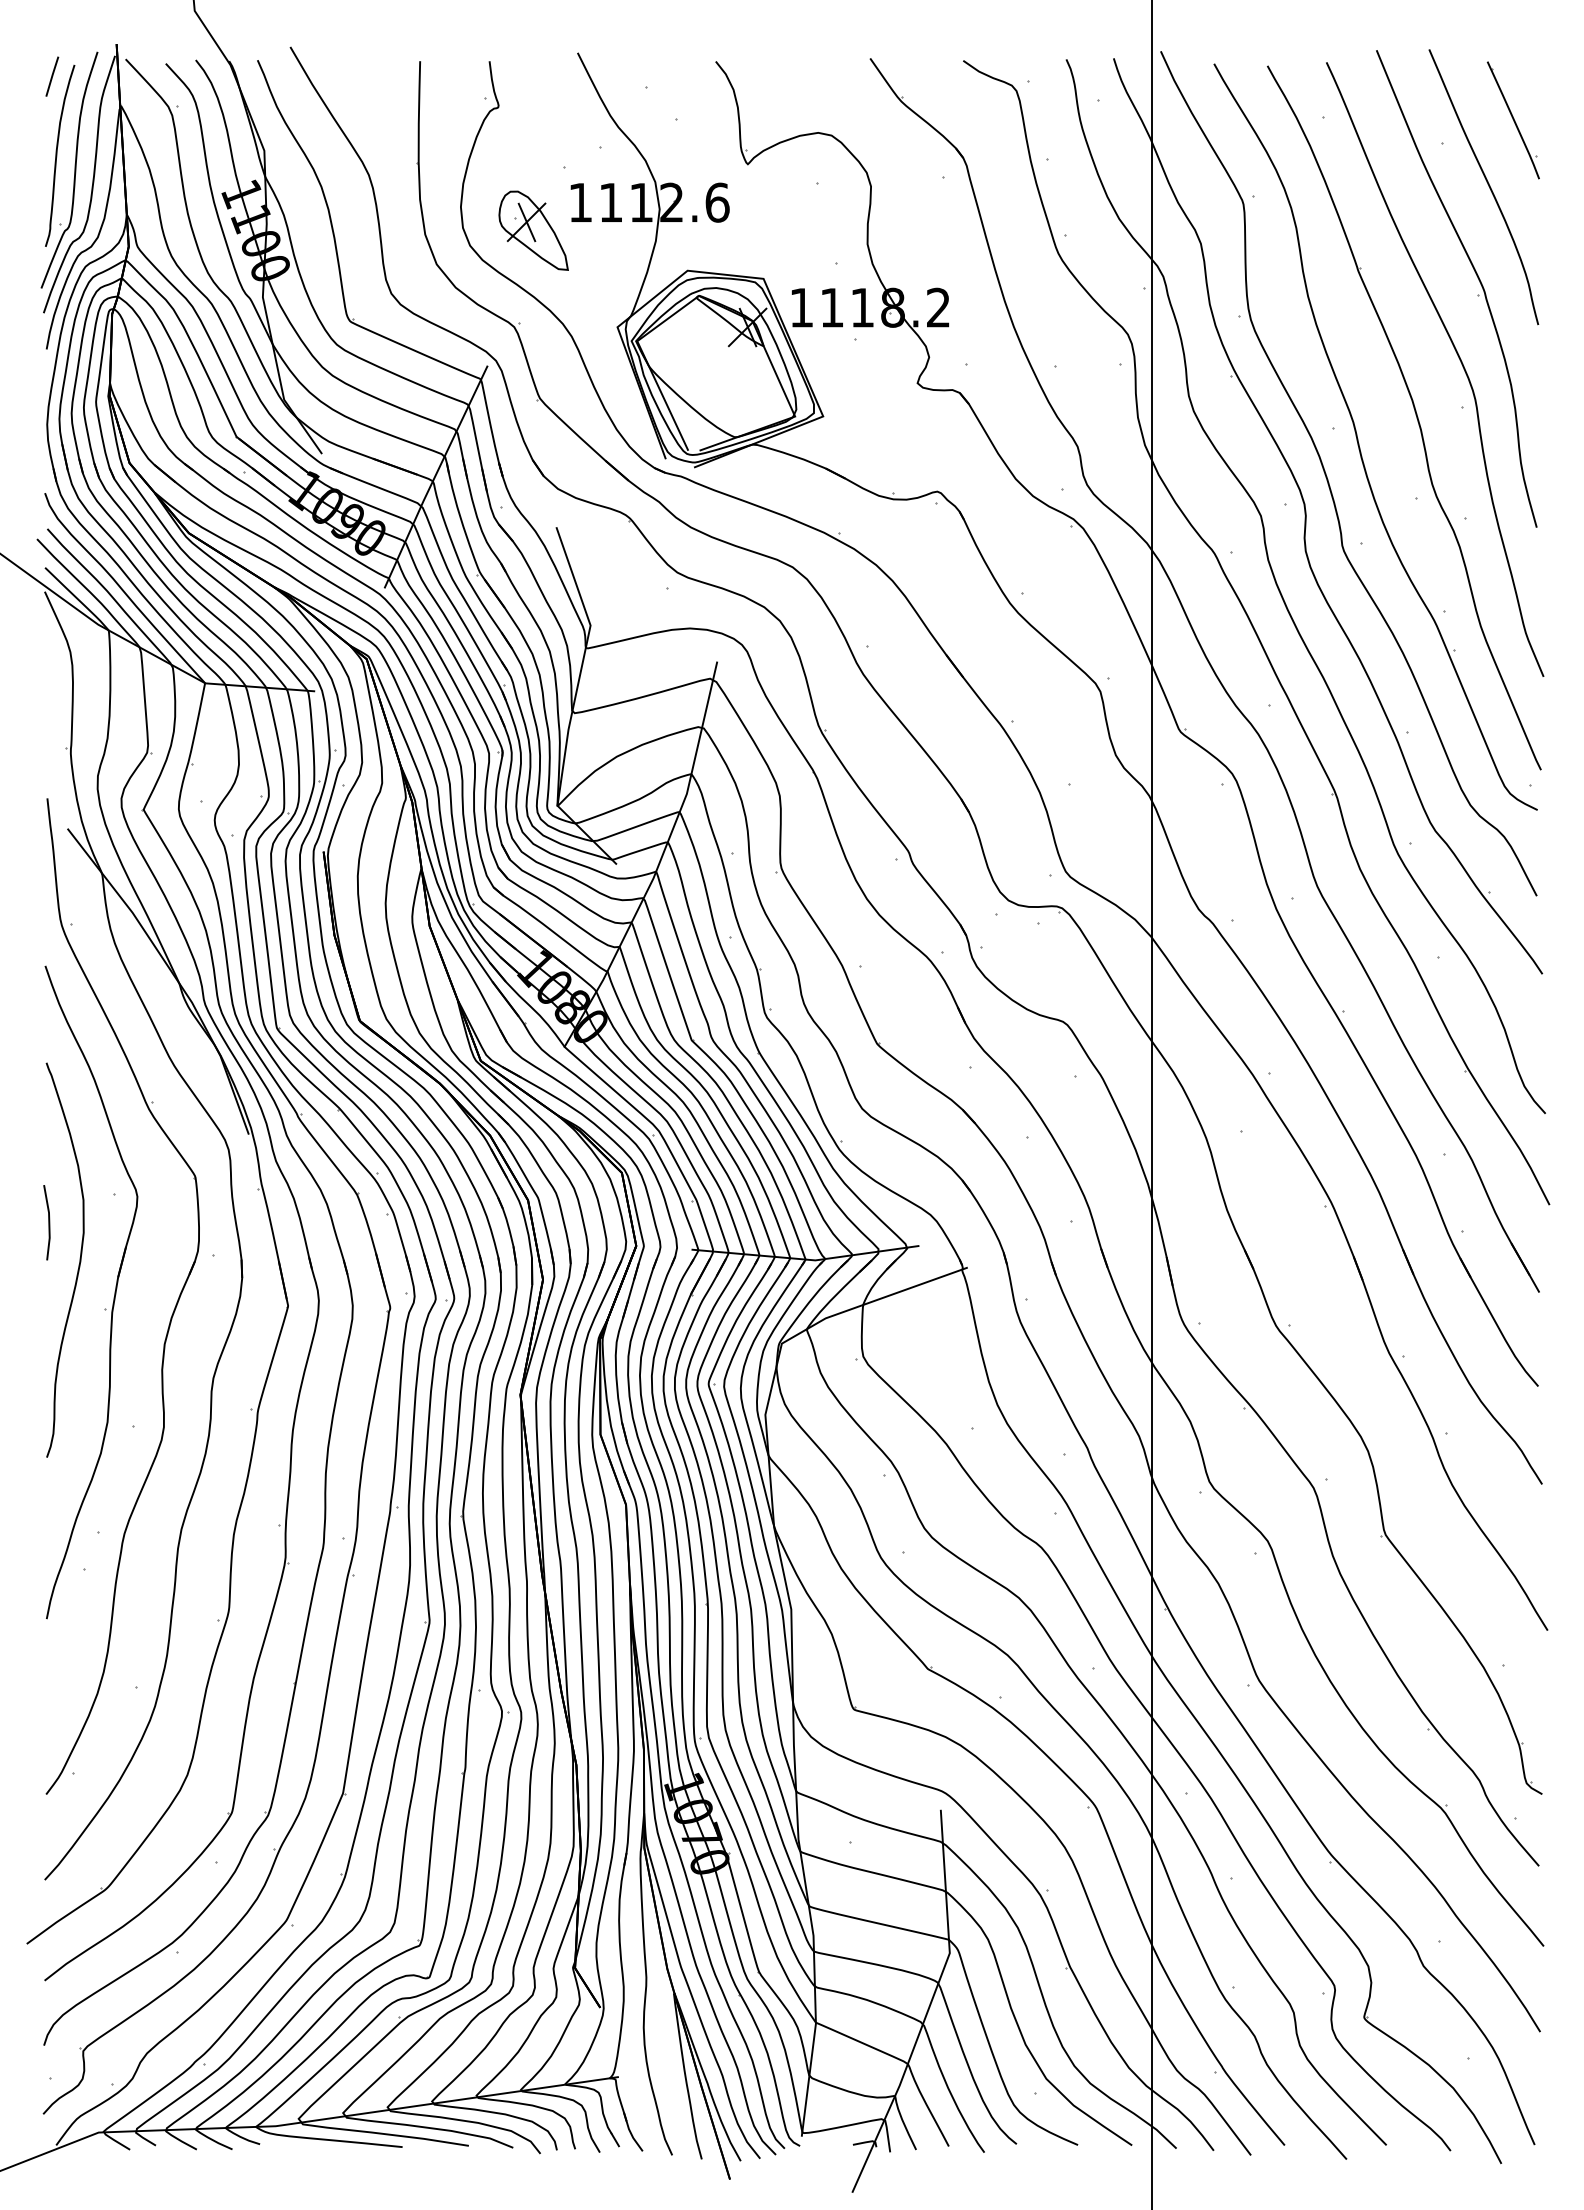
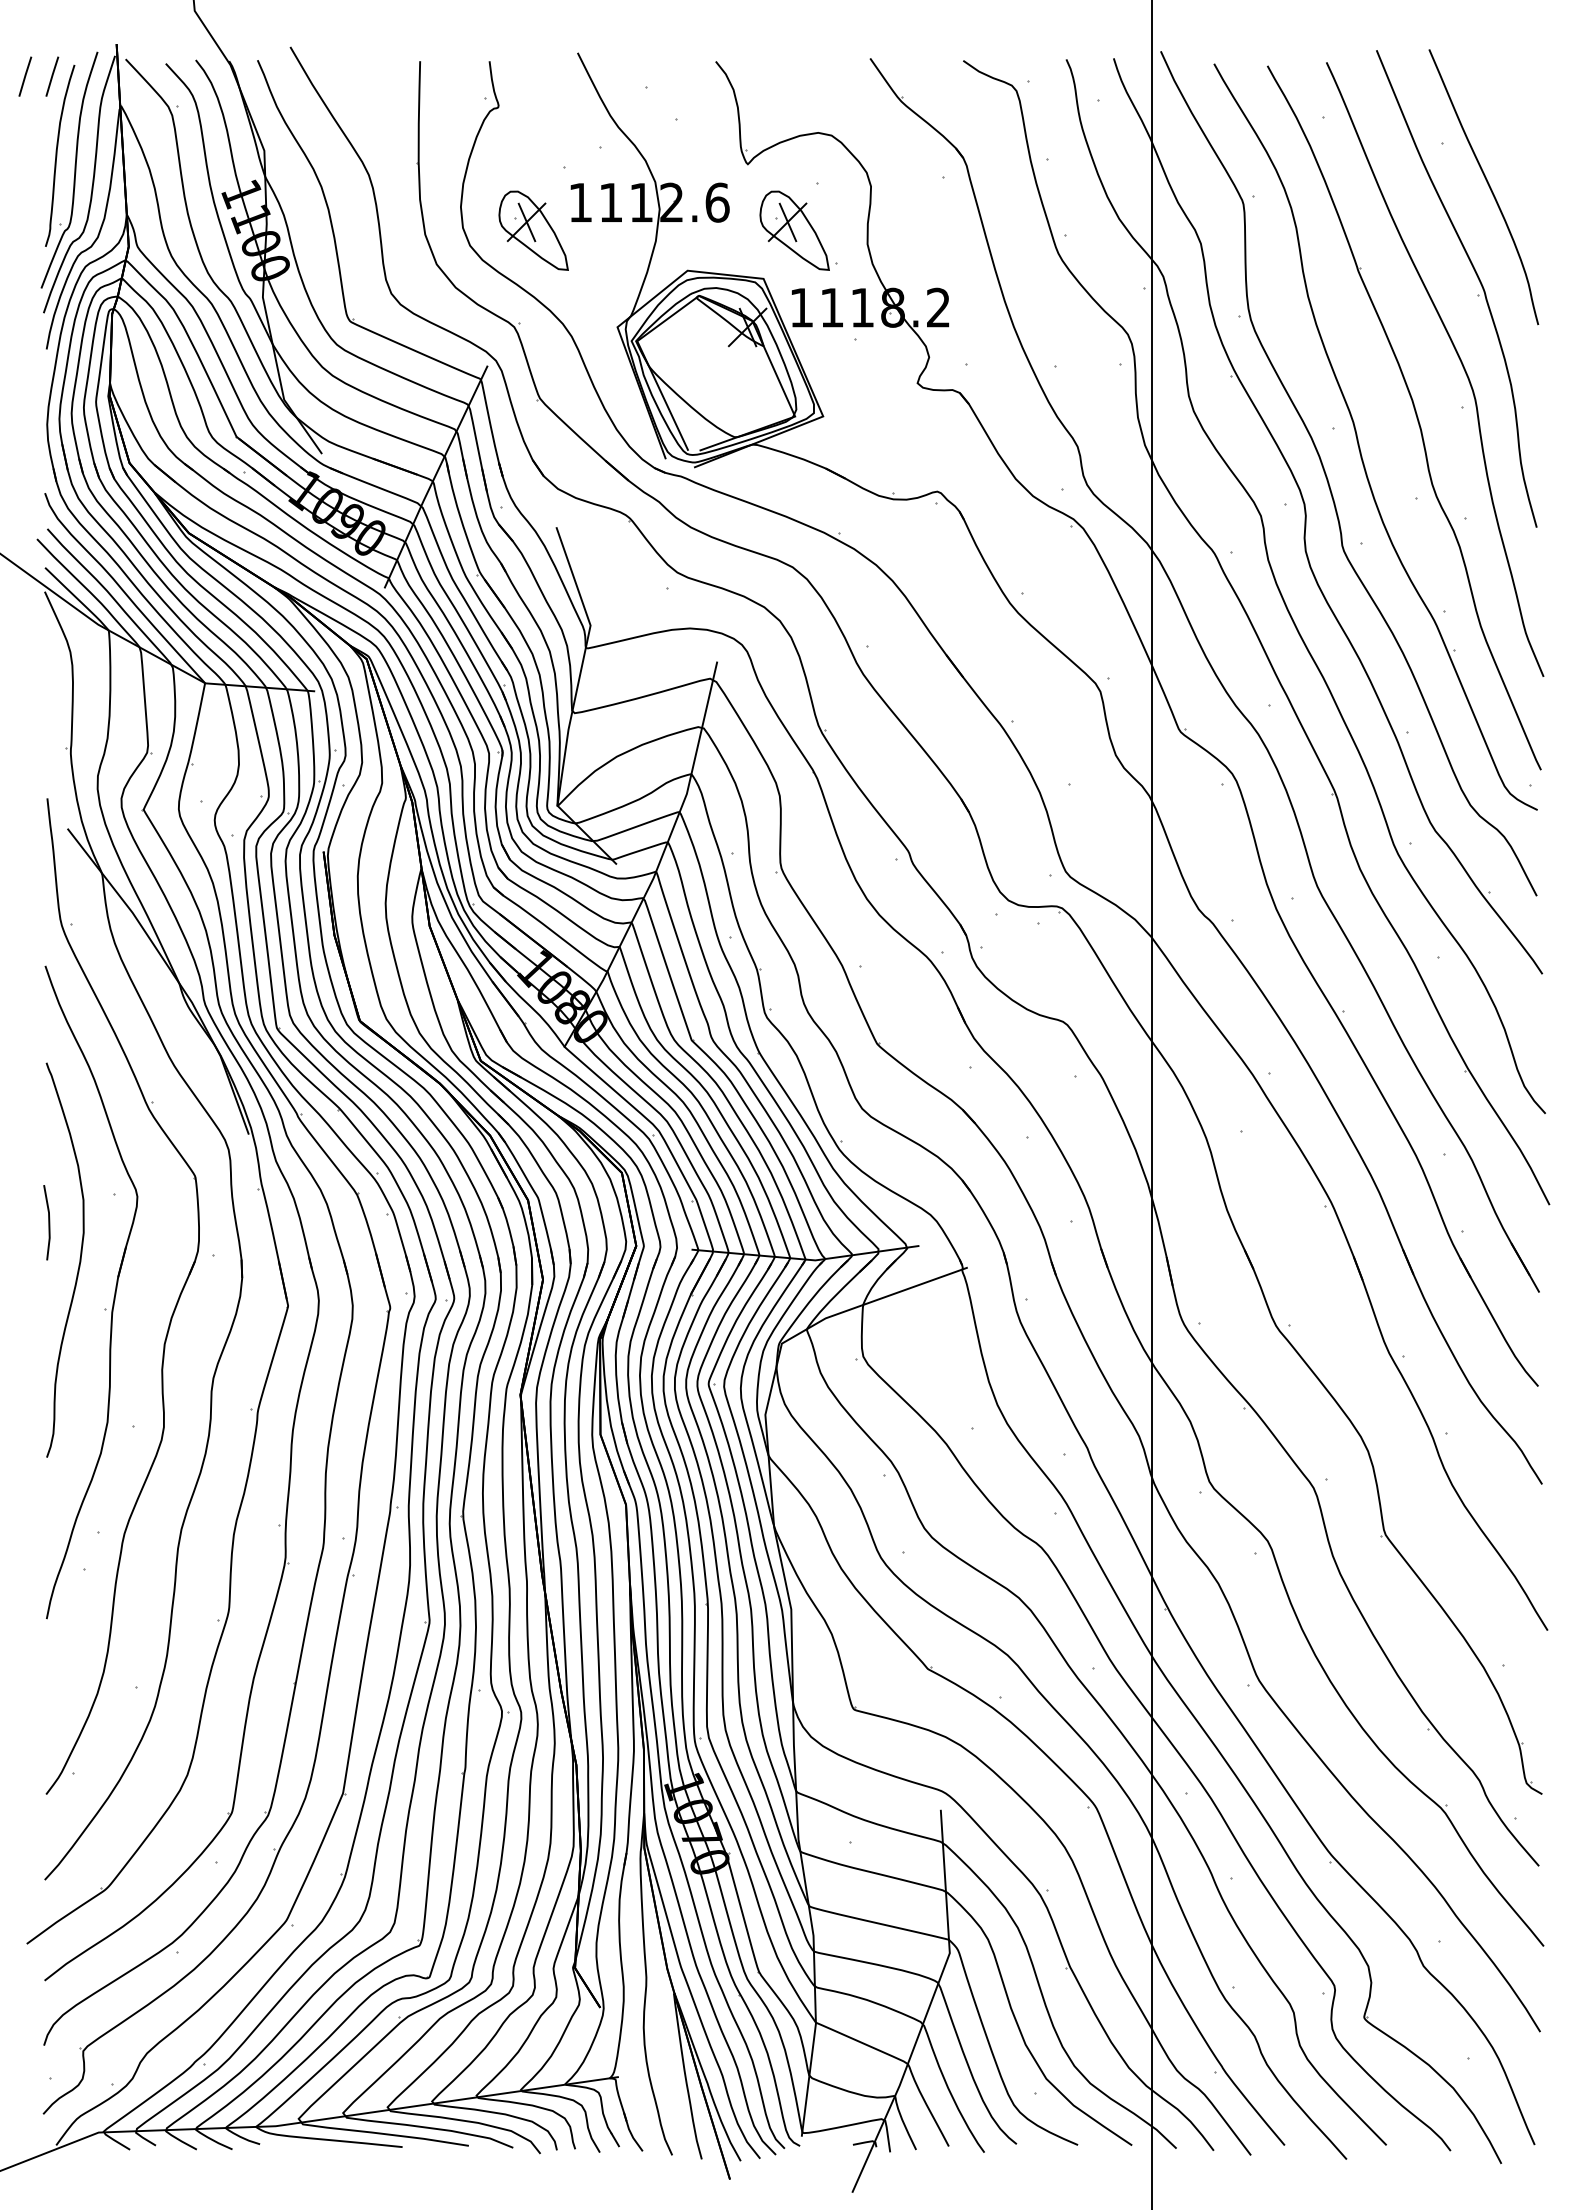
line at (25, 76): none -> present
part at (1512, 120): present -> none
part at (794, 230): none -> present
